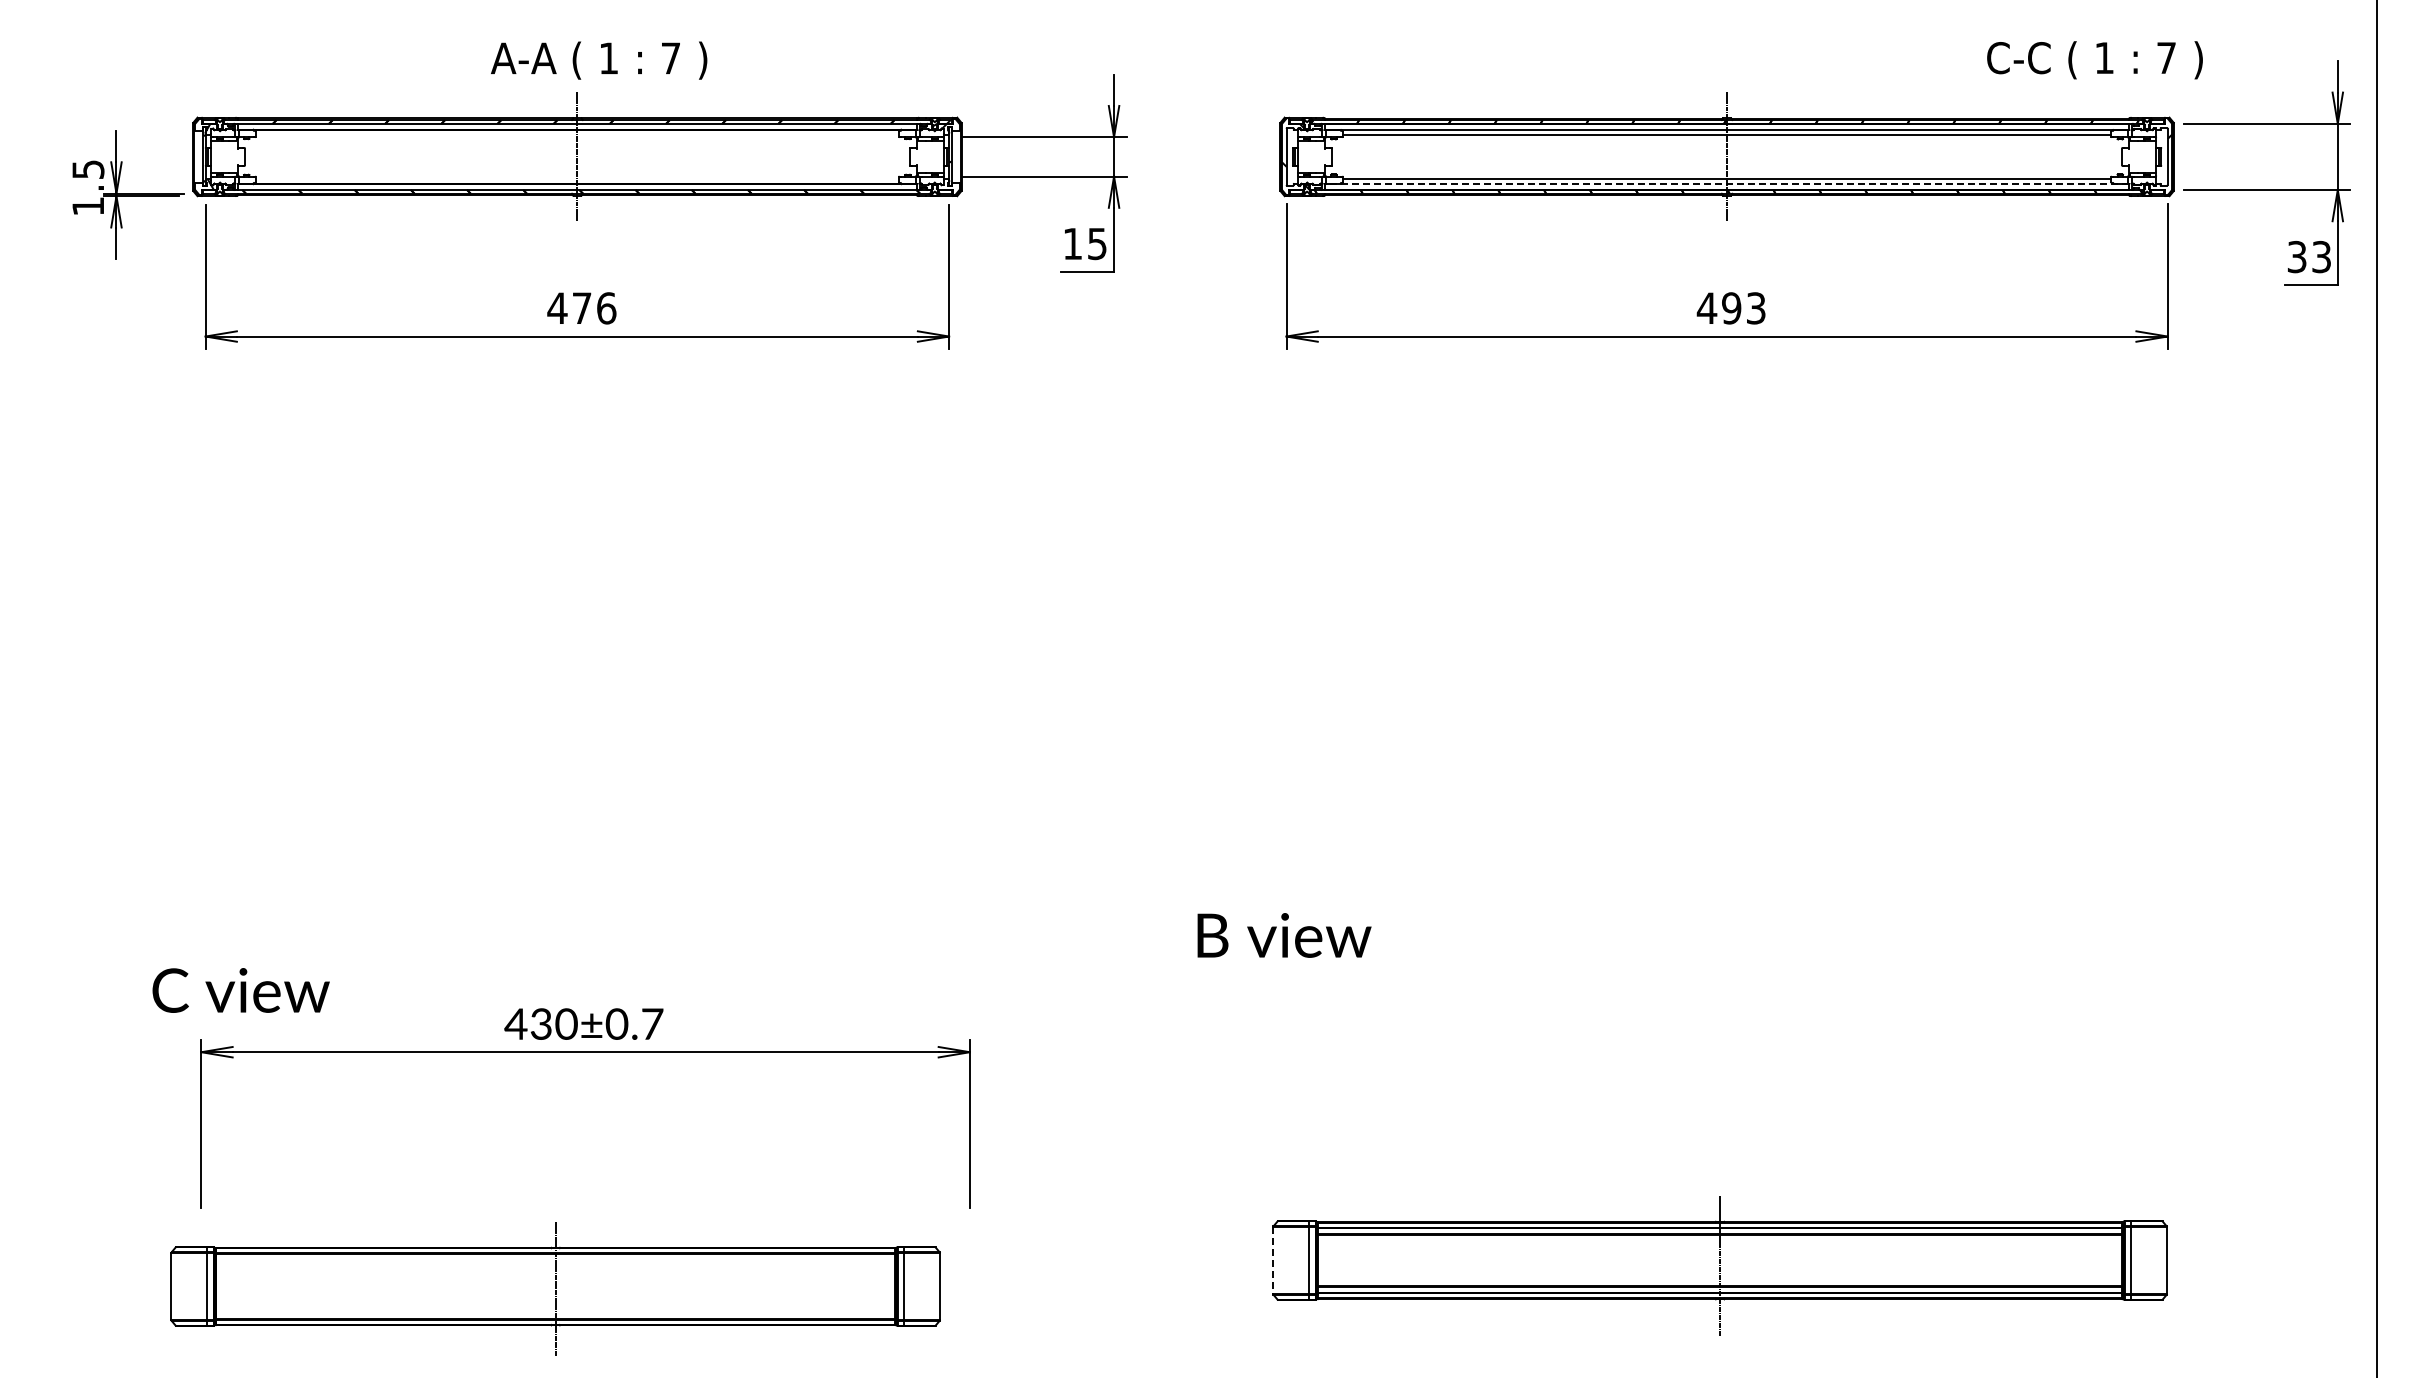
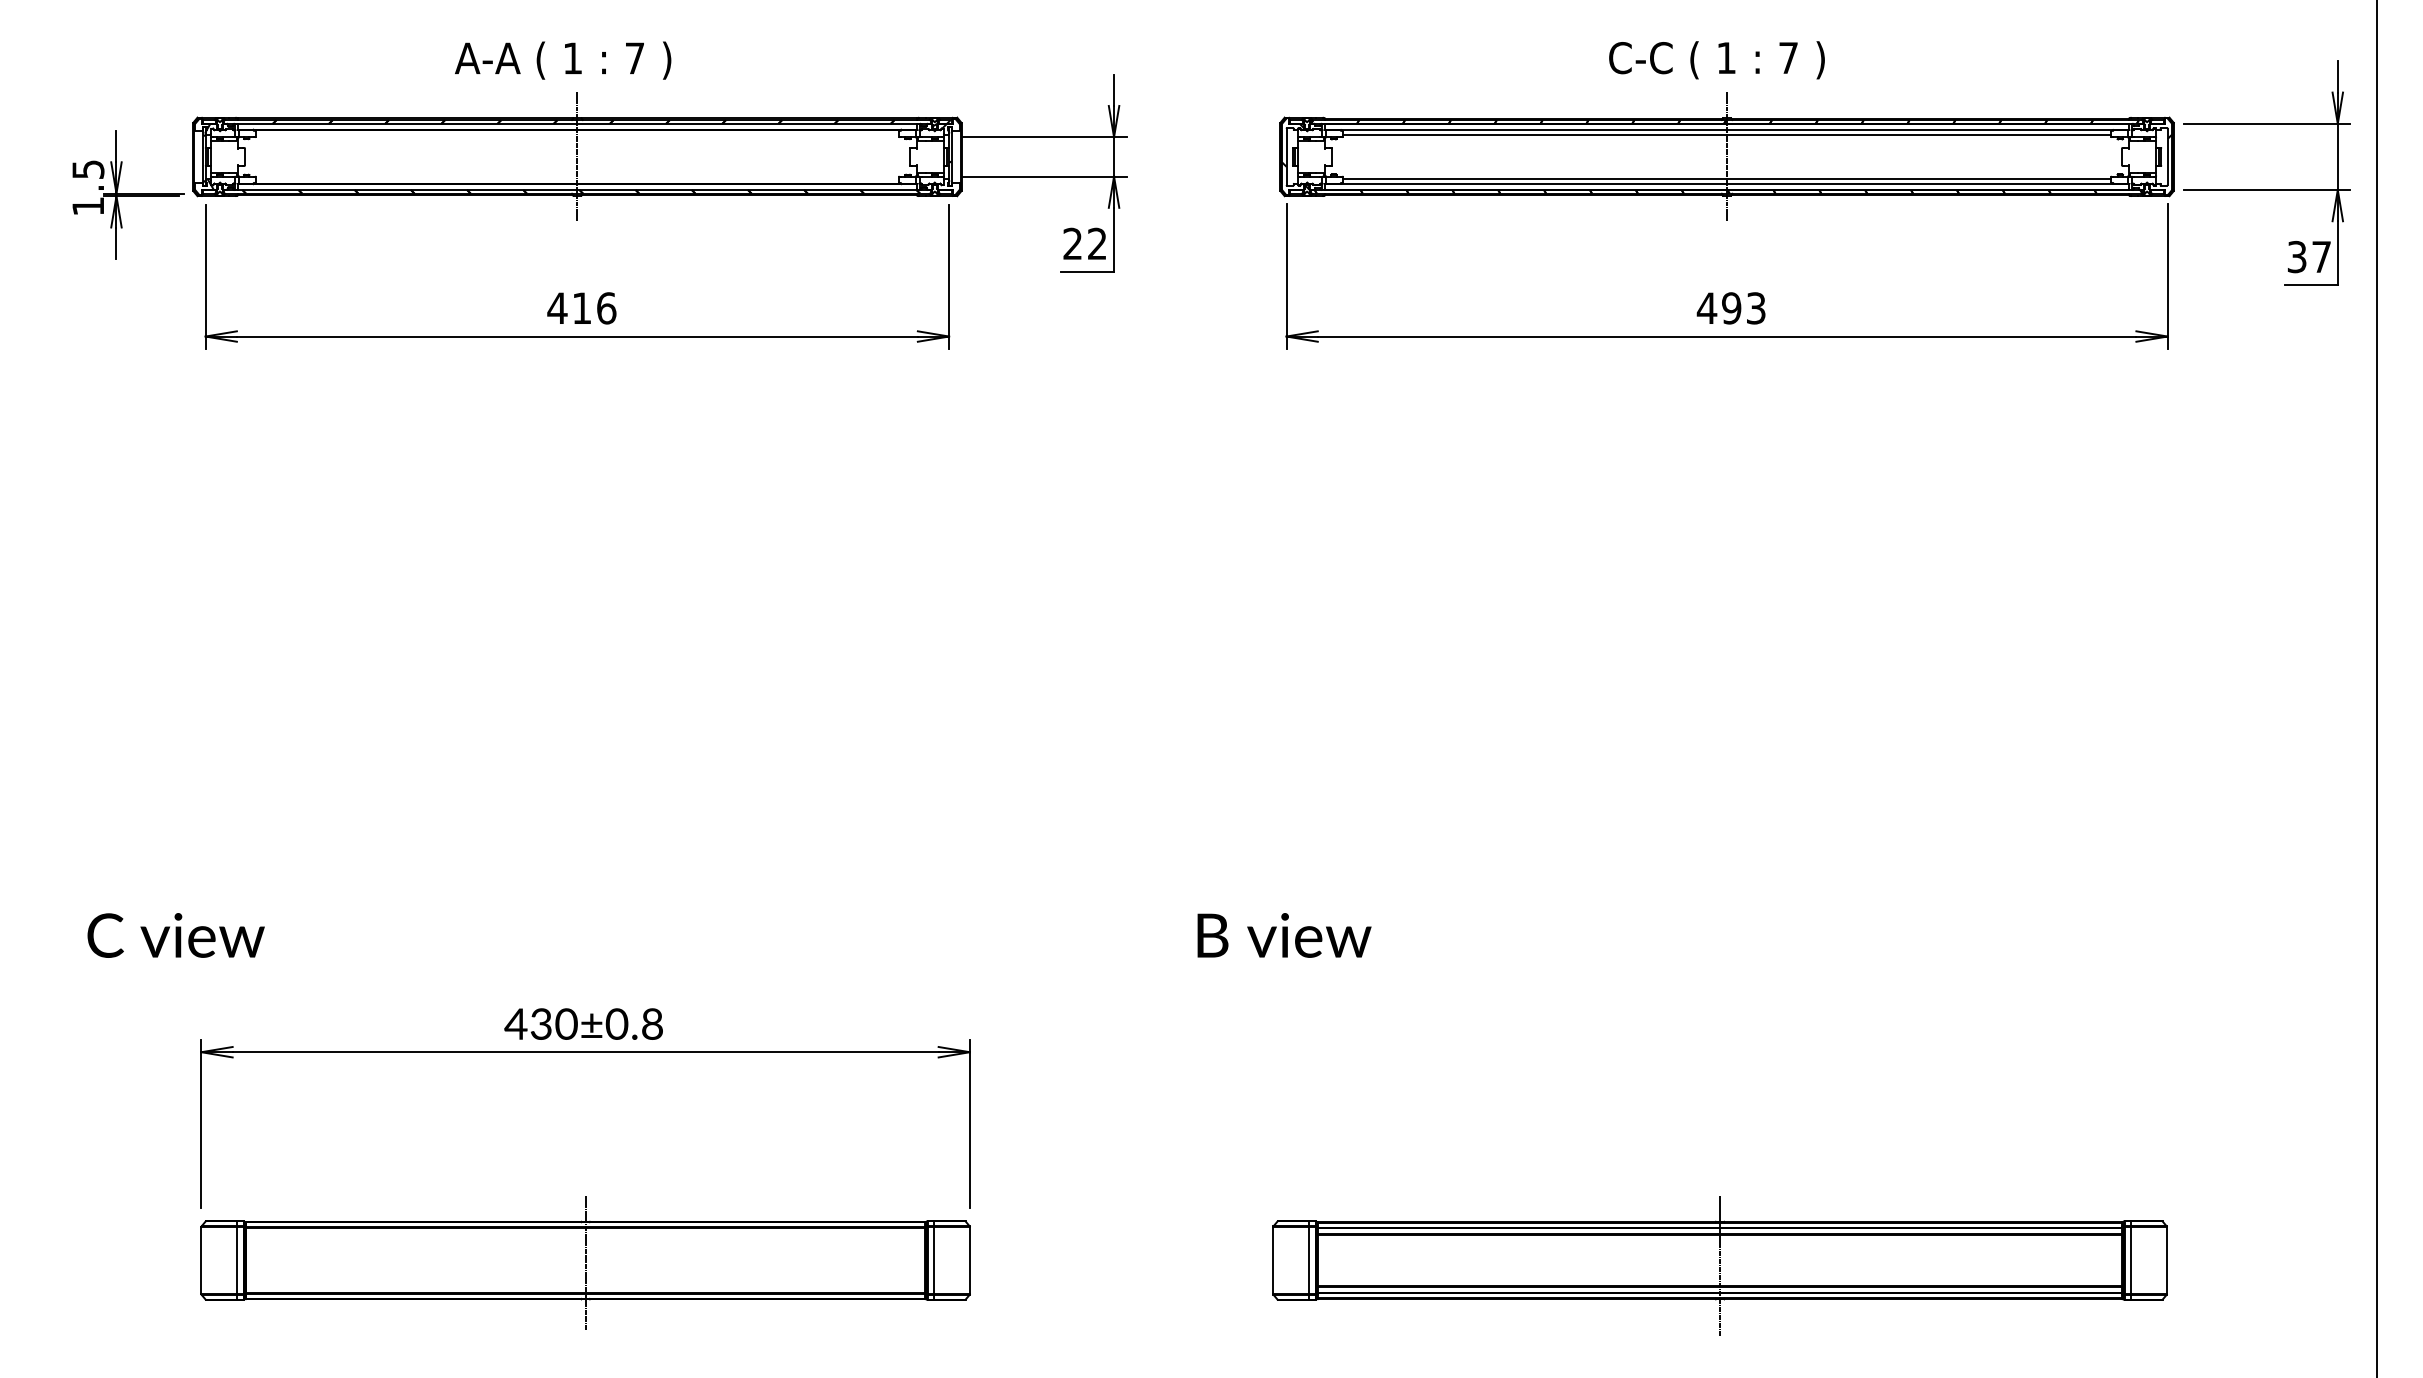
text at (599, 60) position: (599, 60) -> (563, 60)
text at (2094, 60) position: (2094, 60) -> (1716, 60)
line at (1726, 183): dashed -> solid
text at (1084, 243): 15 -> 22
text at (2321, 256): 33 -> 37
text at (582, 307): 476 -> 416
text at (240, 990) position: (240, 990) -> (175, 935)
text at (652, 1023): 430±0.7 -> 430±0.8
line at (1273, 1260): dashed -> solid
part at (555, 1288) position: (555, 1288) -> (585, 1262)
